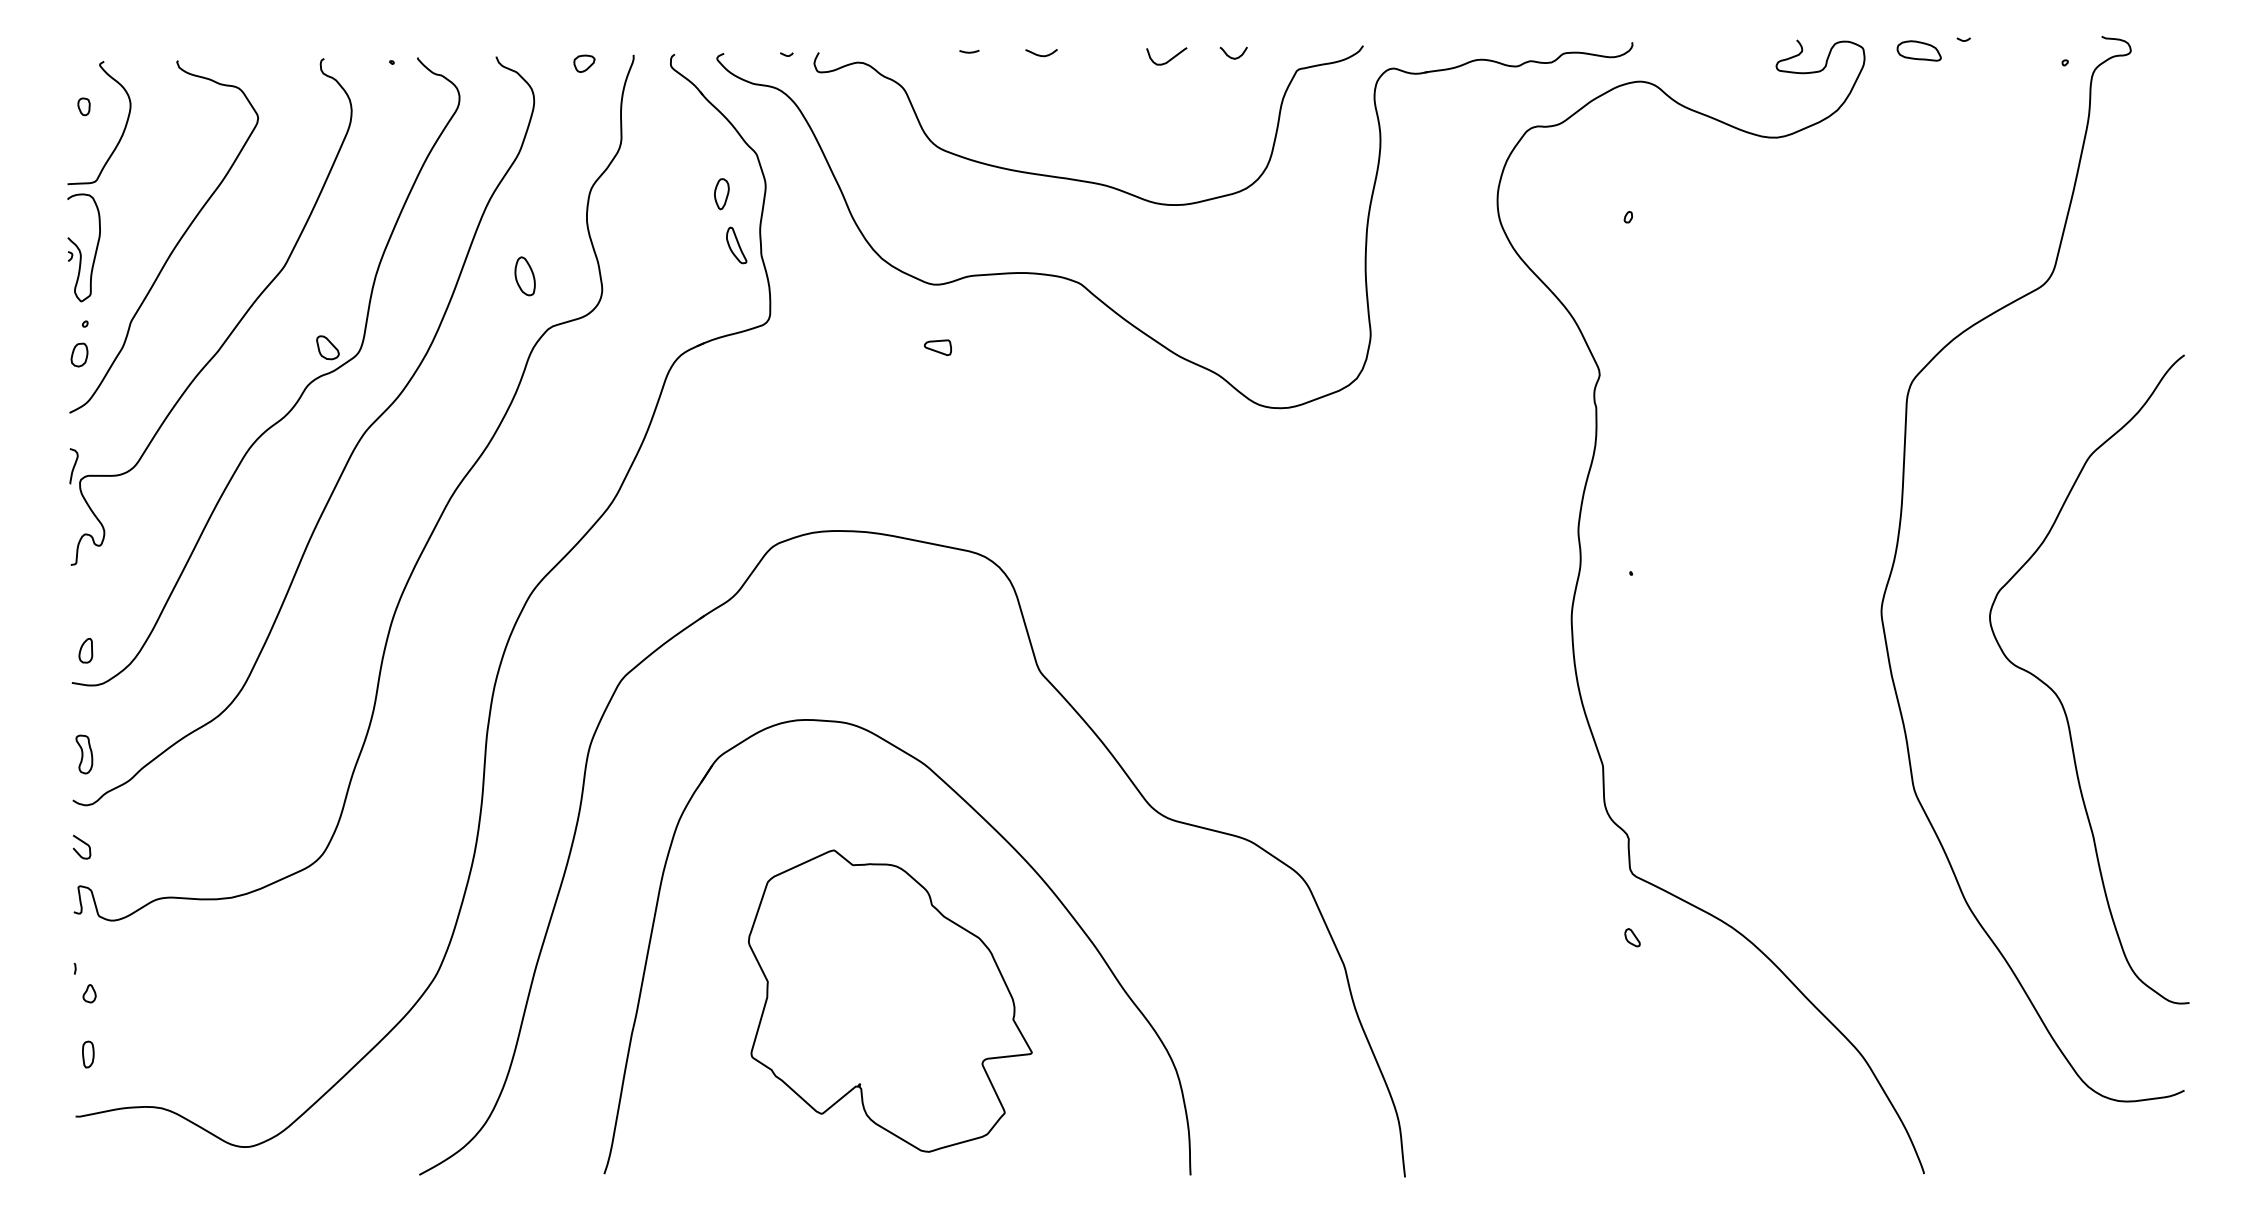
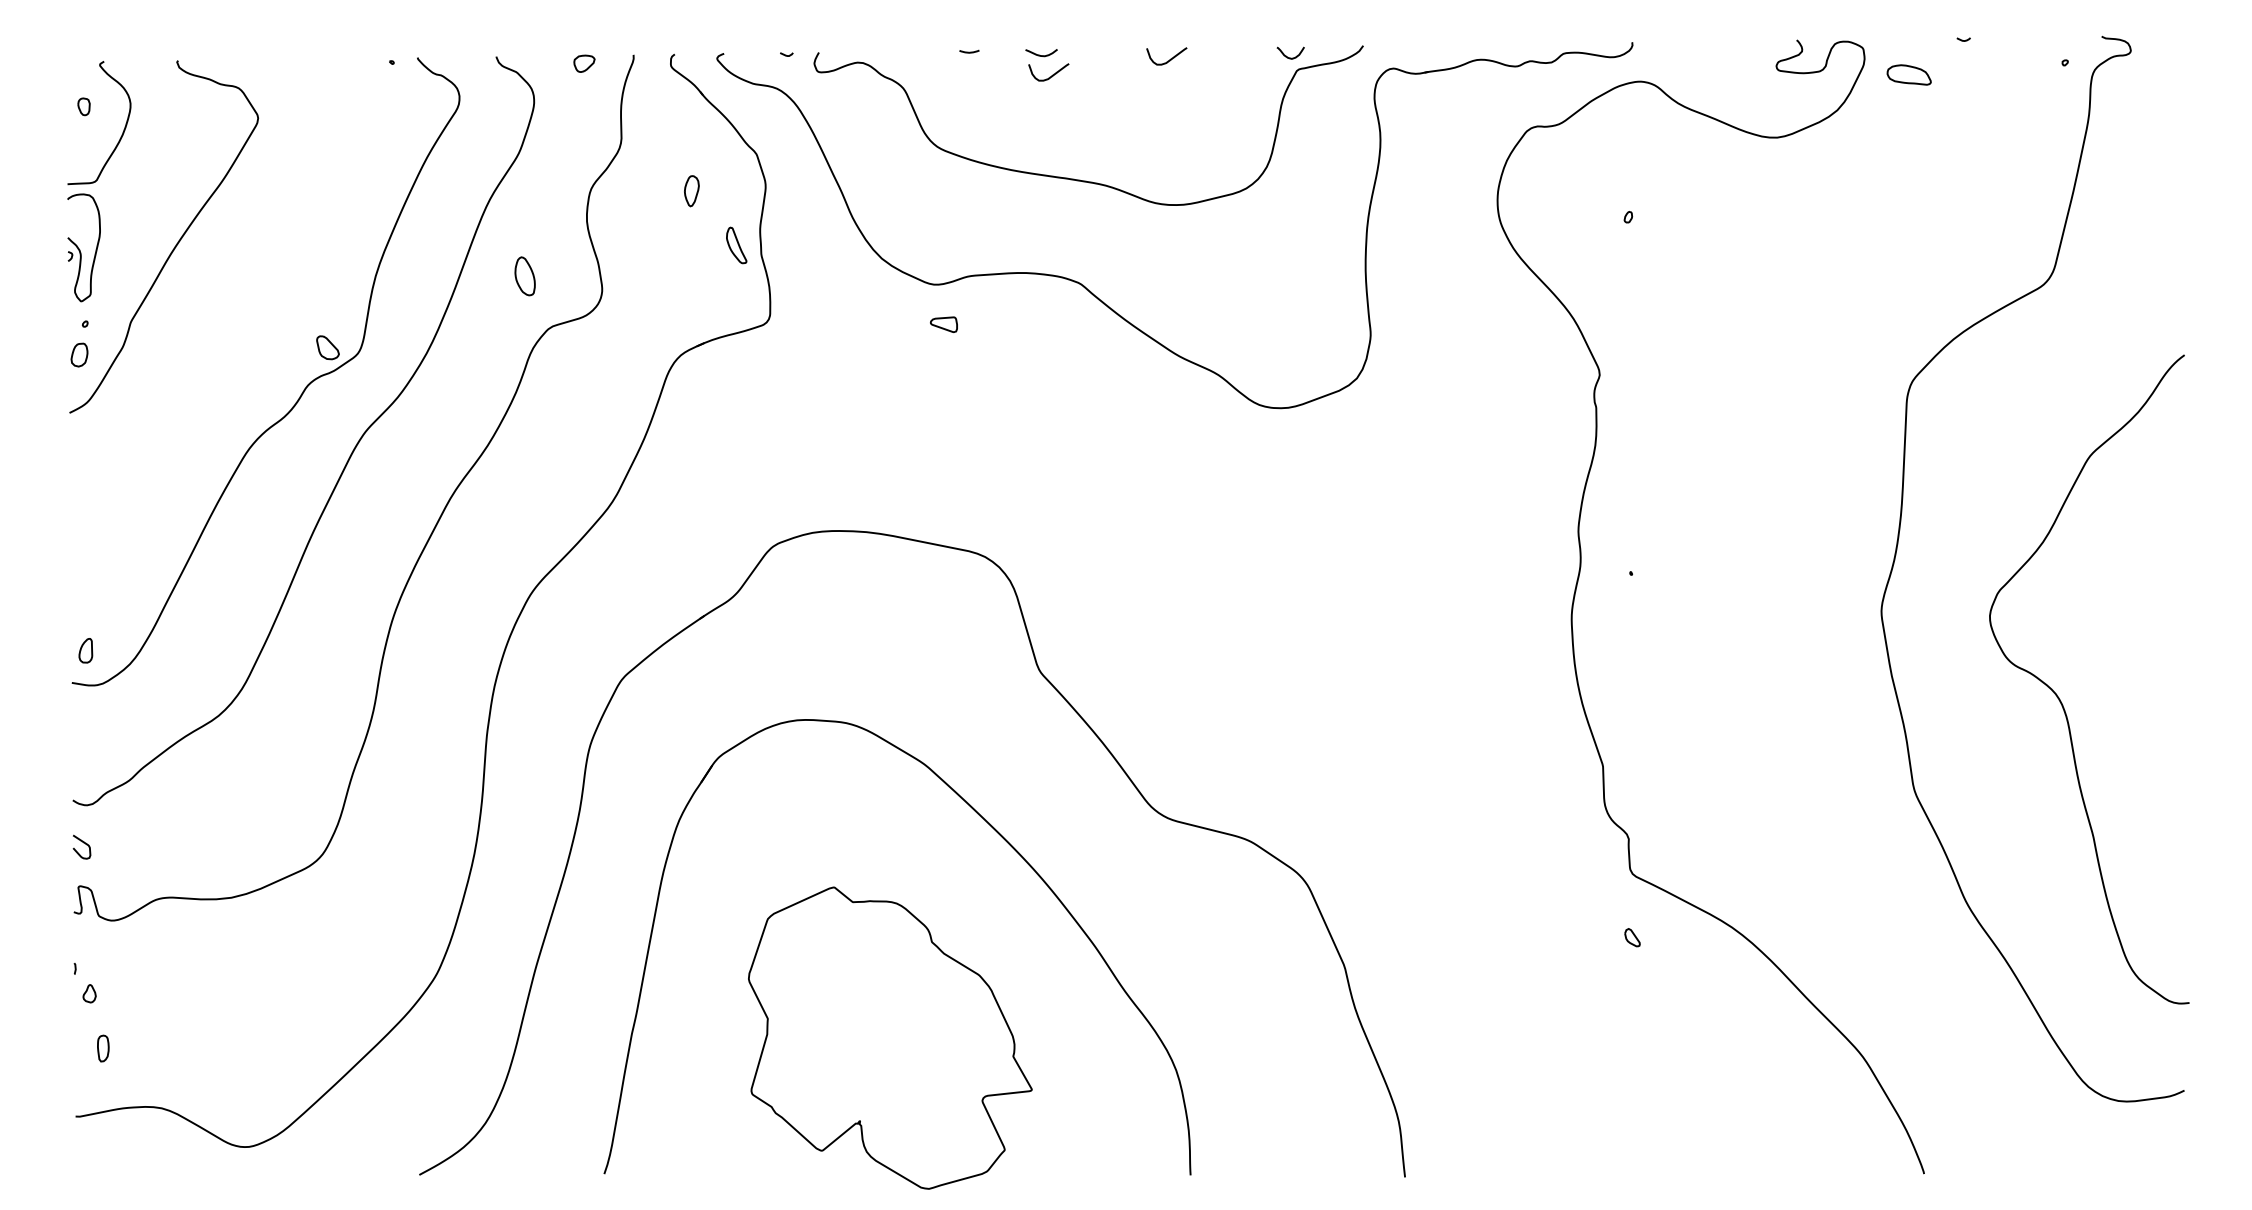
part at (1918, 50) position: (1918, 50) -> (1908, 74)
curve at (1229, 55) position: (1229, 55) -> (1286, 55)
curve at (1051, 75): none -> present
part at (721, 194) position: (721, 194) -> (691, 191)
part at (232, 329): present -> none
part at (937, 347) position: (937, 347) -> (943, 324)
part at (84, 754): present -> none
part at (890, 1000) position: (890, 1000) -> (890, 1037)
part at (88, 1054) position: (88, 1054) -> (103, 1048)
